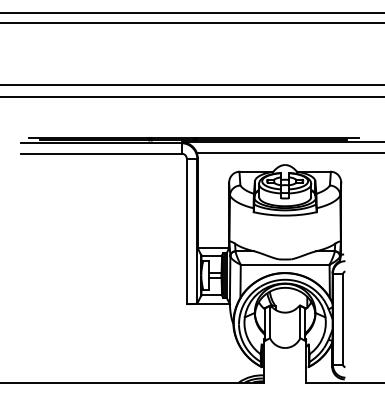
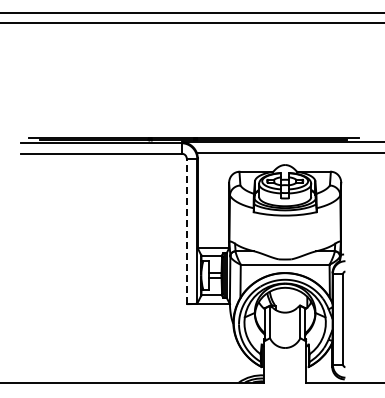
line at (191, 84): present -> none
line at (191, 96): present -> none
line at (186, 231): solid -> dashed
